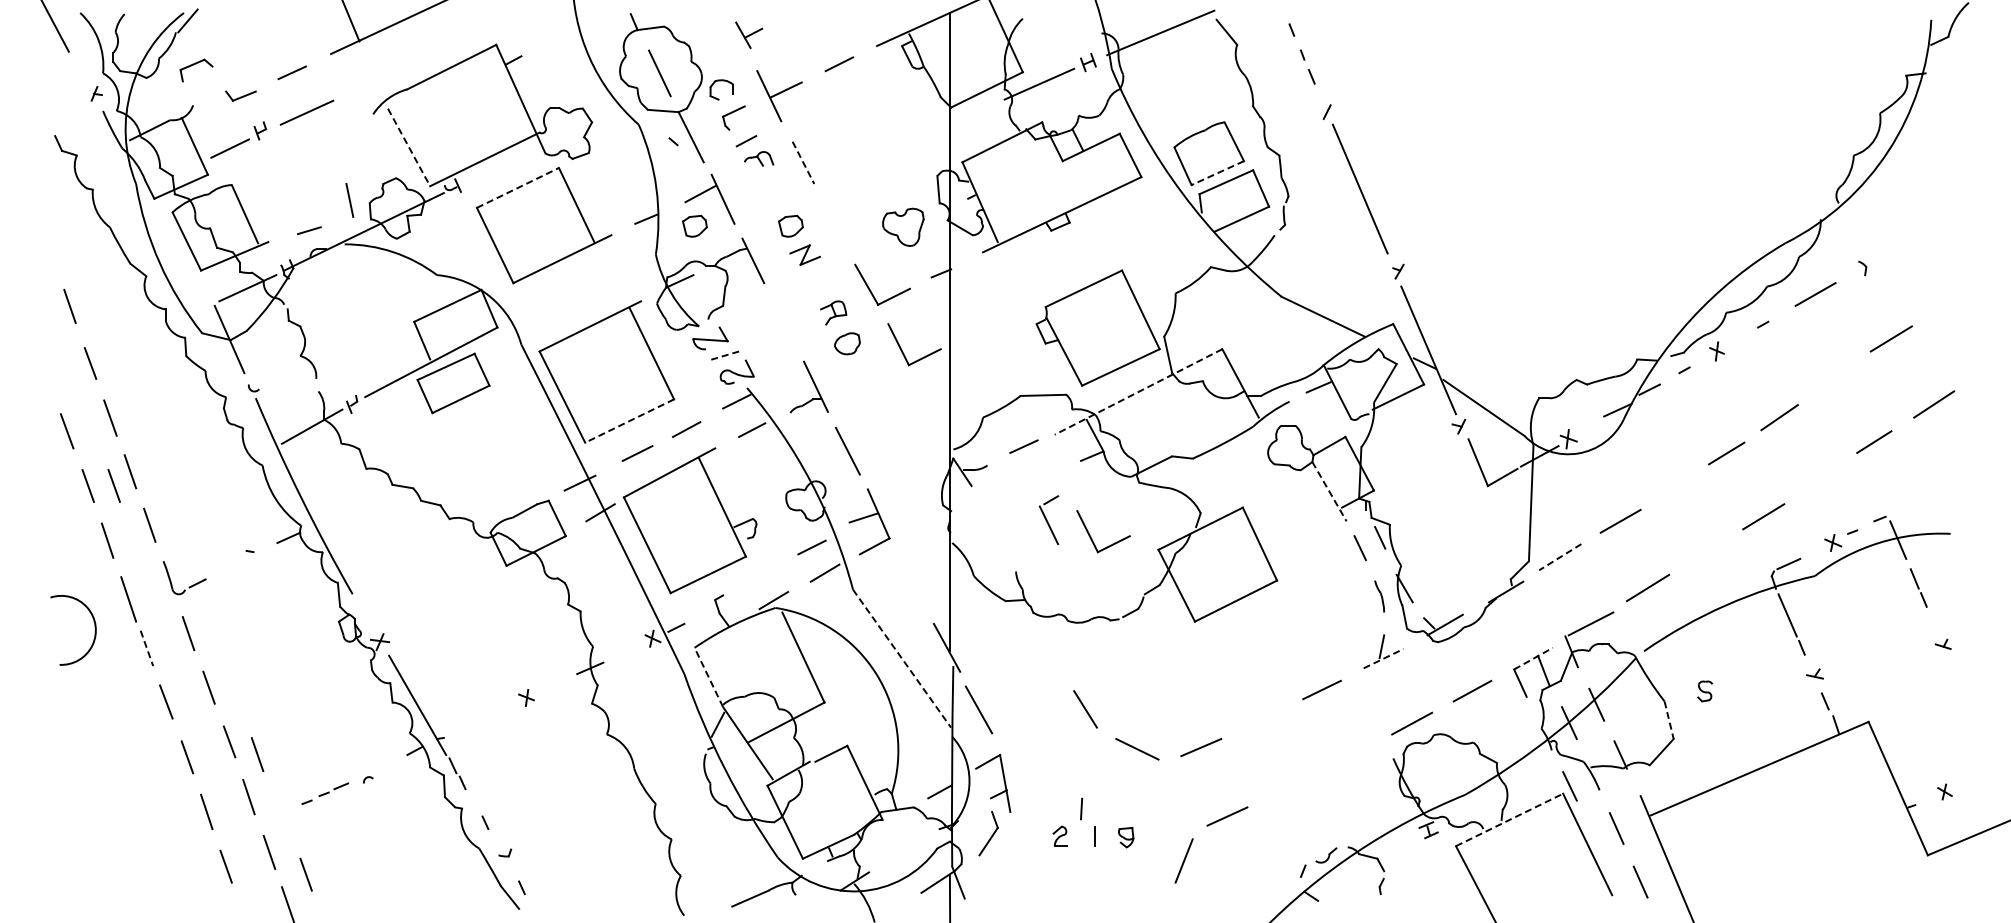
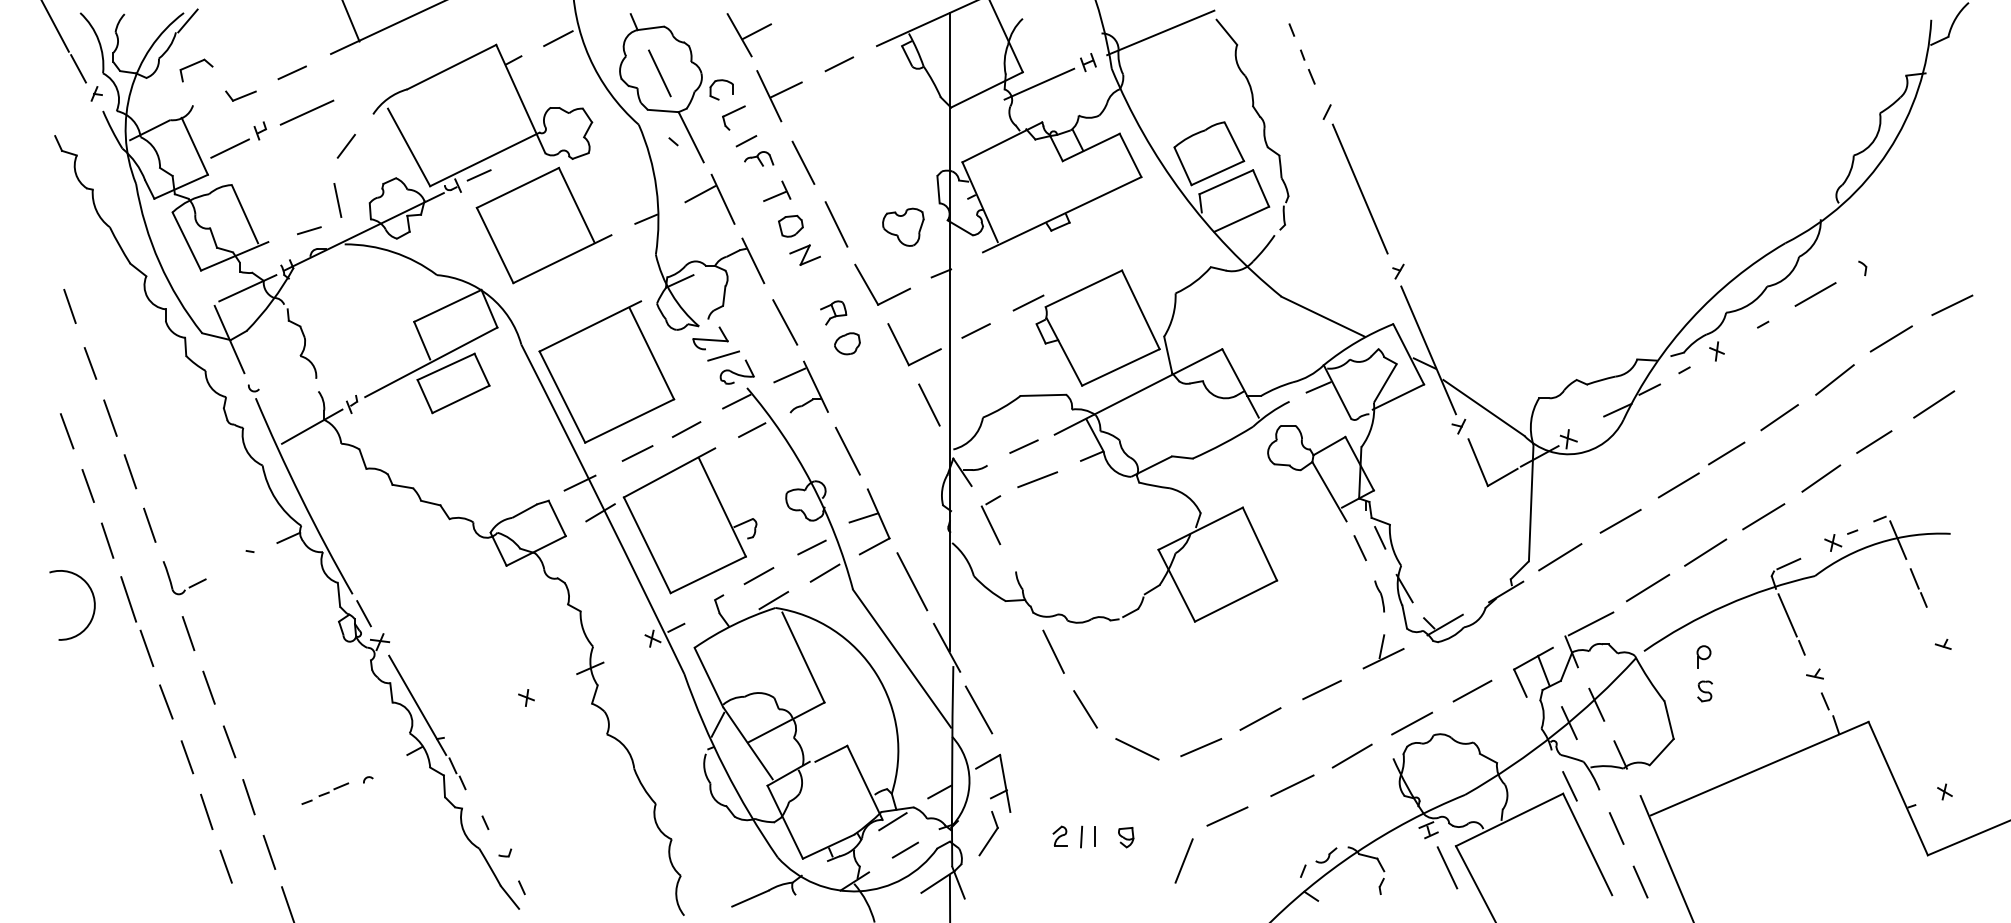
part at (749, 34) size: 29x28 px -> 46x45 px
line at (558, 38): none -> present
line at (78, 68): none -> present
line at (345, 145): none -> present
line at (409, 147): dashed -> solid
line at (803, 162): dashed -> solid
line at (1217, 173): dashed -> solid
line at (478, 175): none -> present
line at (517, 187): dashed -> solid
part at (777, 190): none -> present
line at (349, 200) position: (349, 200) -> (337, 200)
line at (836, 224): none -> present
part at (694, 225): present -> none
line at (1028, 302): none -> present
line at (1952, 305): none -> present
line at (785, 322): none -> present
line at (975, 330): none -> present
line at (723, 356): dashed -> solid
line at (789, 375): none -> present
line at (1834, 379): none -> present
line at (1138, 392): dashed -> solid
line at (929, 404): none -> present
line at (629, 421): dashed -> solid
line at (1821, 478): none -> present
line at (1037, 479): none -> present
line at (113, 485): present -> none
line at (1678, 485): none -> present
line at (1329, 492): dashed -> solid
part at (1048, 520) position: (1048, 520) -> (990, 520)
part at (1091, 536): present -> none
line at (1705, 552): none -> present
line at (1560, 557): dashed -> solid
line at (758, 576): none -> present
line at (912, 581): none -> present
line at (363, 613): none -> present
arc at (94, 631) position: (94, 631) -> (93, 606)
line at (146, 648): dashed -> solid
line at (1053, 651): none -> present
part at (1703, 656): none -> present
line at (902, 658): dashed -> solid
line at (1384, 658): dashed -> solid
line at (1533, 658): dashed -> solid
line at (708, 677): dashed -> solid
line at (1260, 718): none -> present
line at (1669, 720): dashed -> solid
line at (257, 754): present -> none
line at (1351, 755): none -> present
line at (1292, 785): none -> present
line at (1081, 808) position: (1081, 808) -> (1081, 836)
line at (1509, 819): dashed -> solid
line at (892, 821): none -> present
line at (905, 849): none -> present
line at (1447, 867): none -> present
line at (305, 874): present -> none
